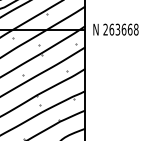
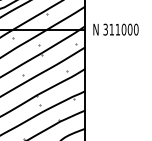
text at (120, 29): 263668 -> 311000
